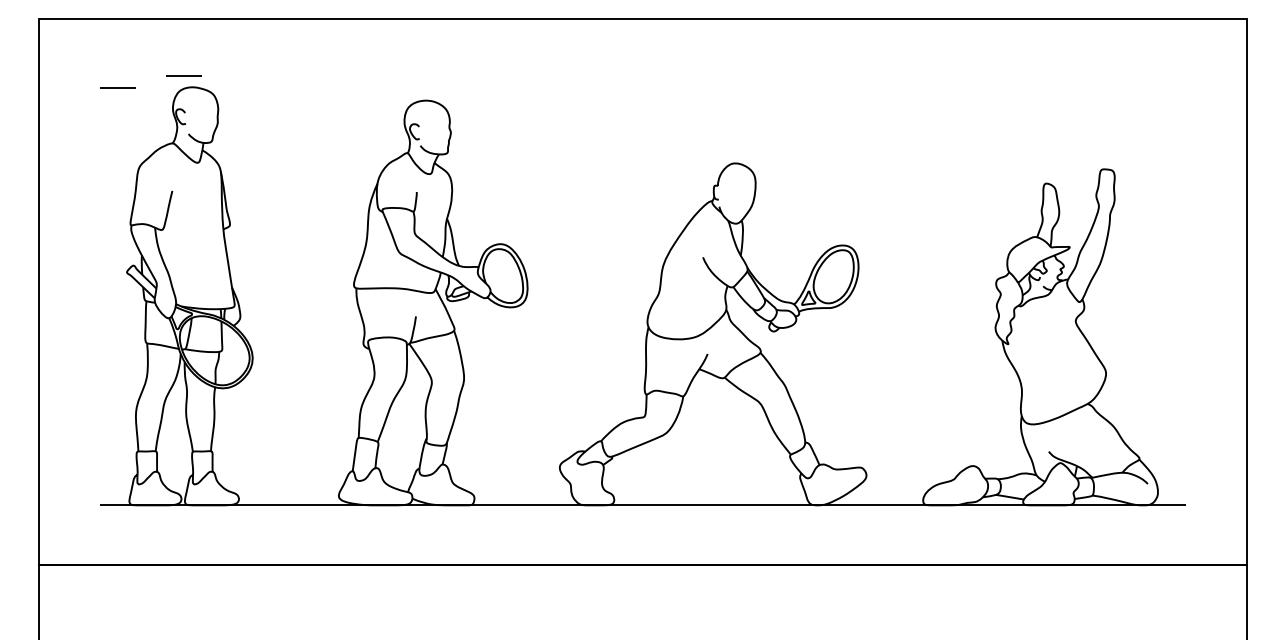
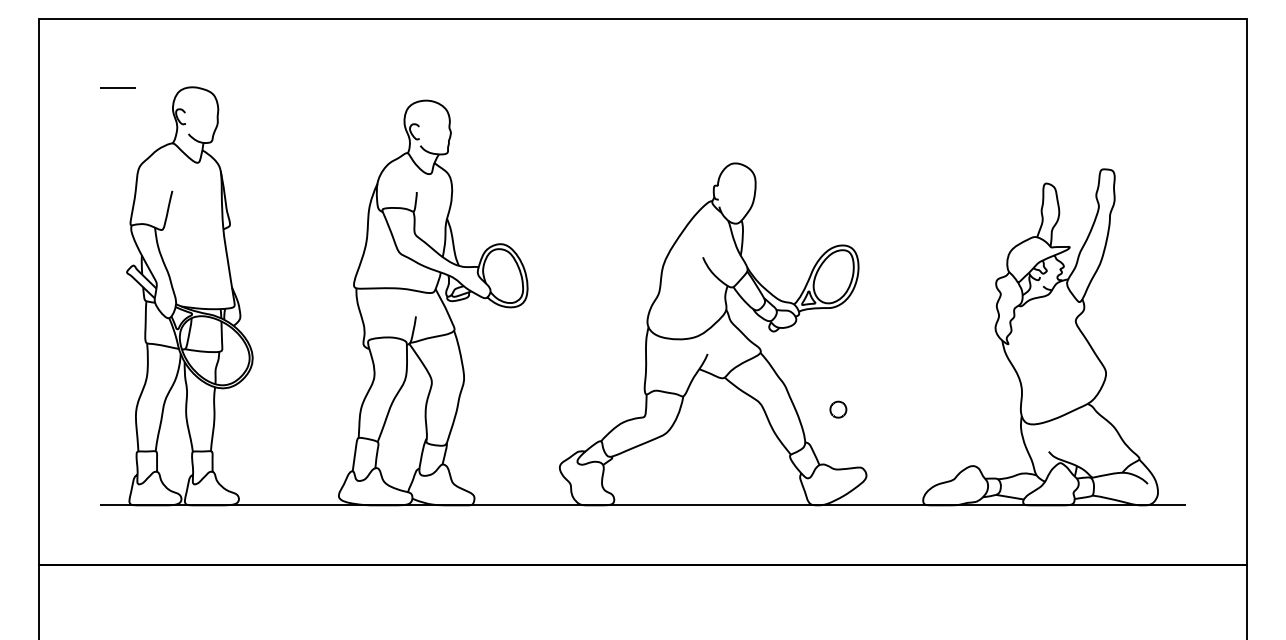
line at (183, 75): present -> none
part at (838, 409): none -> present
